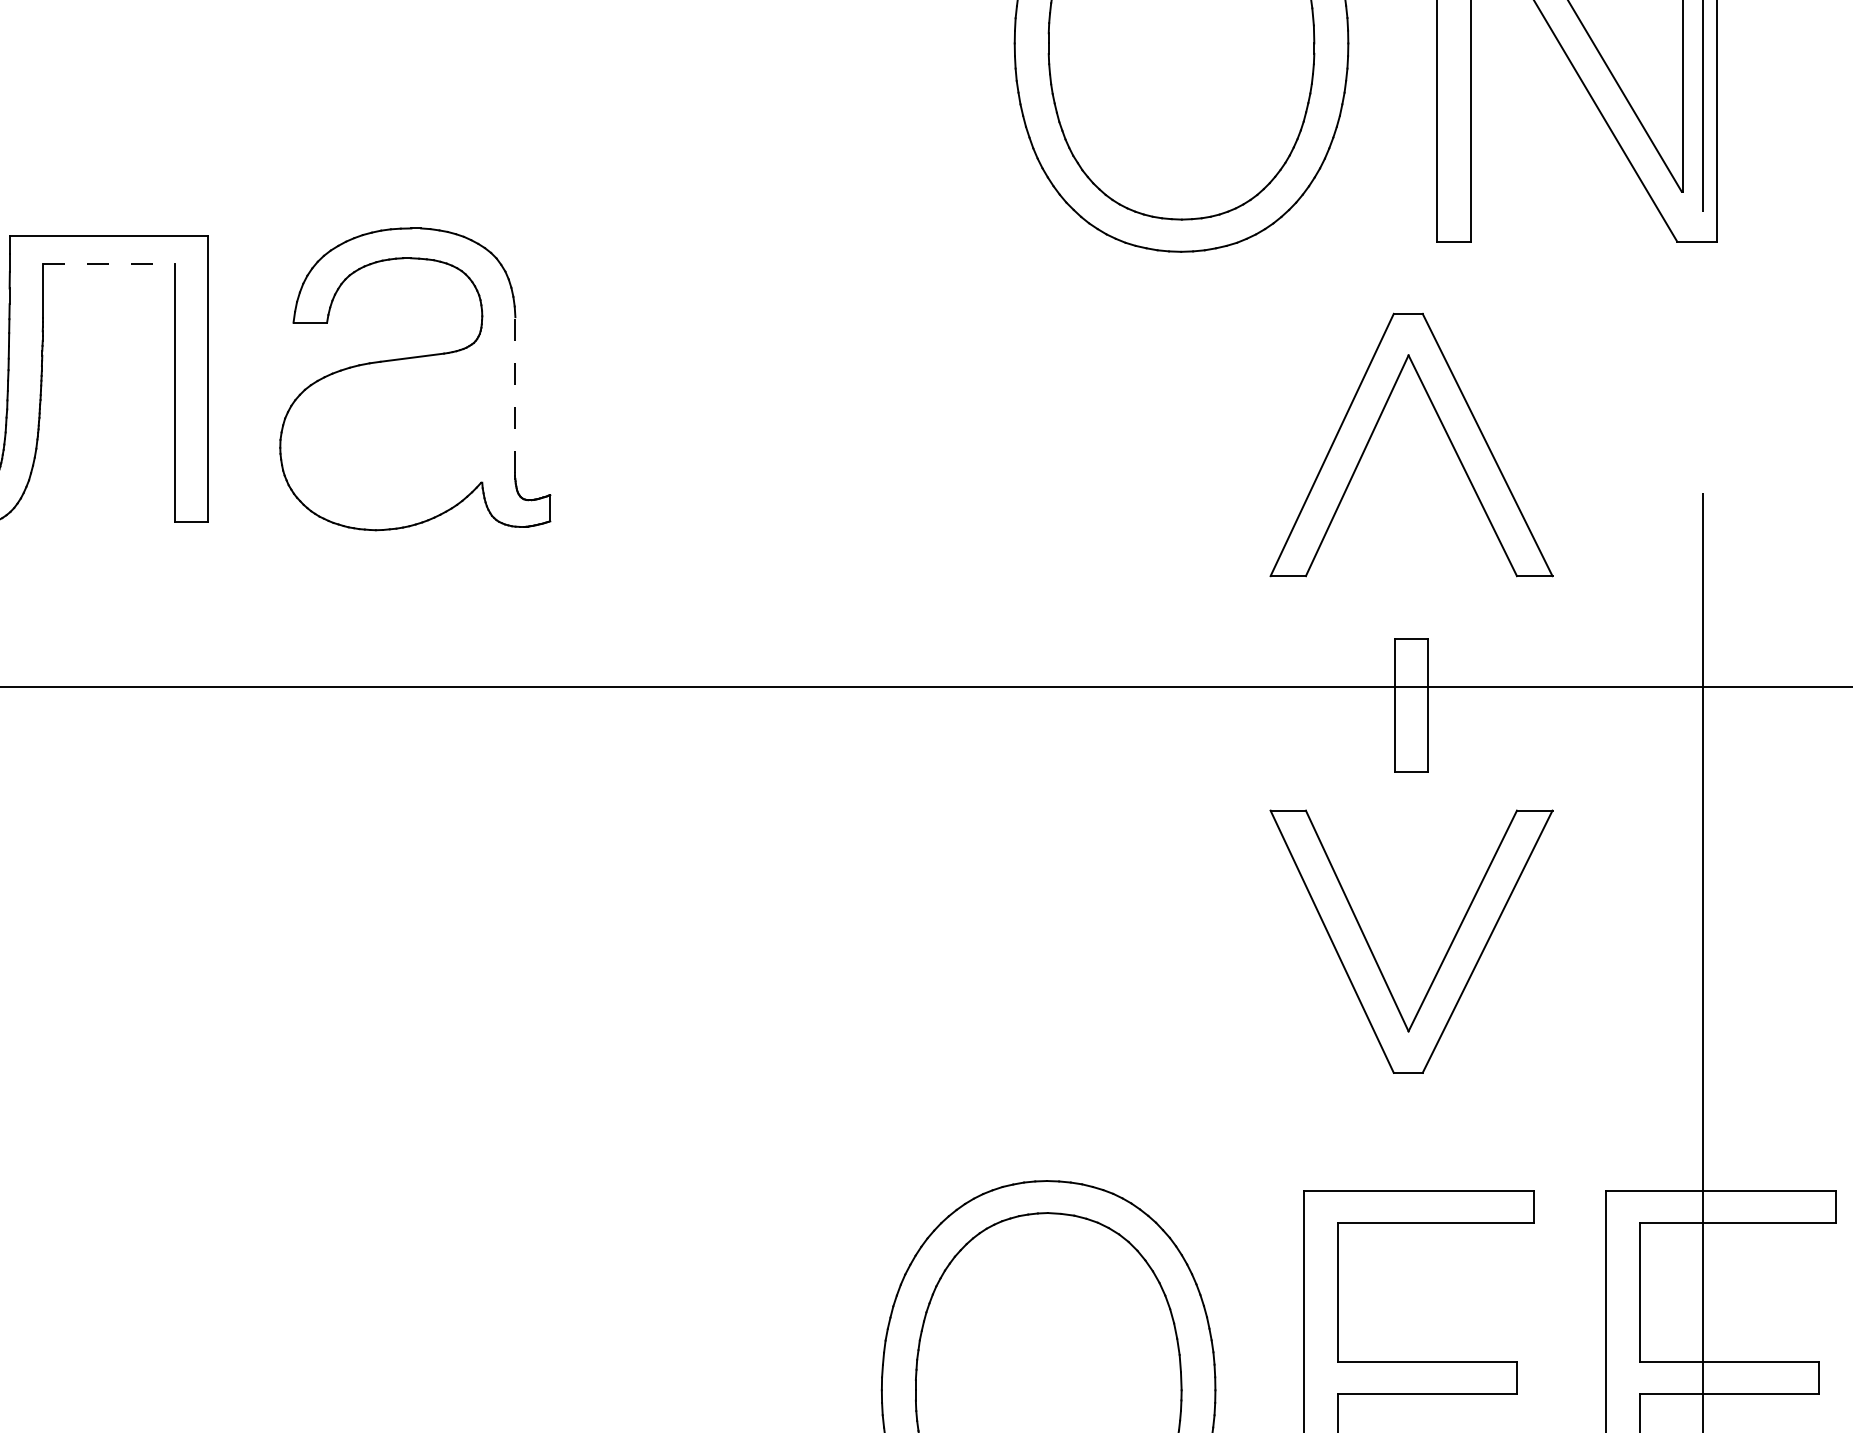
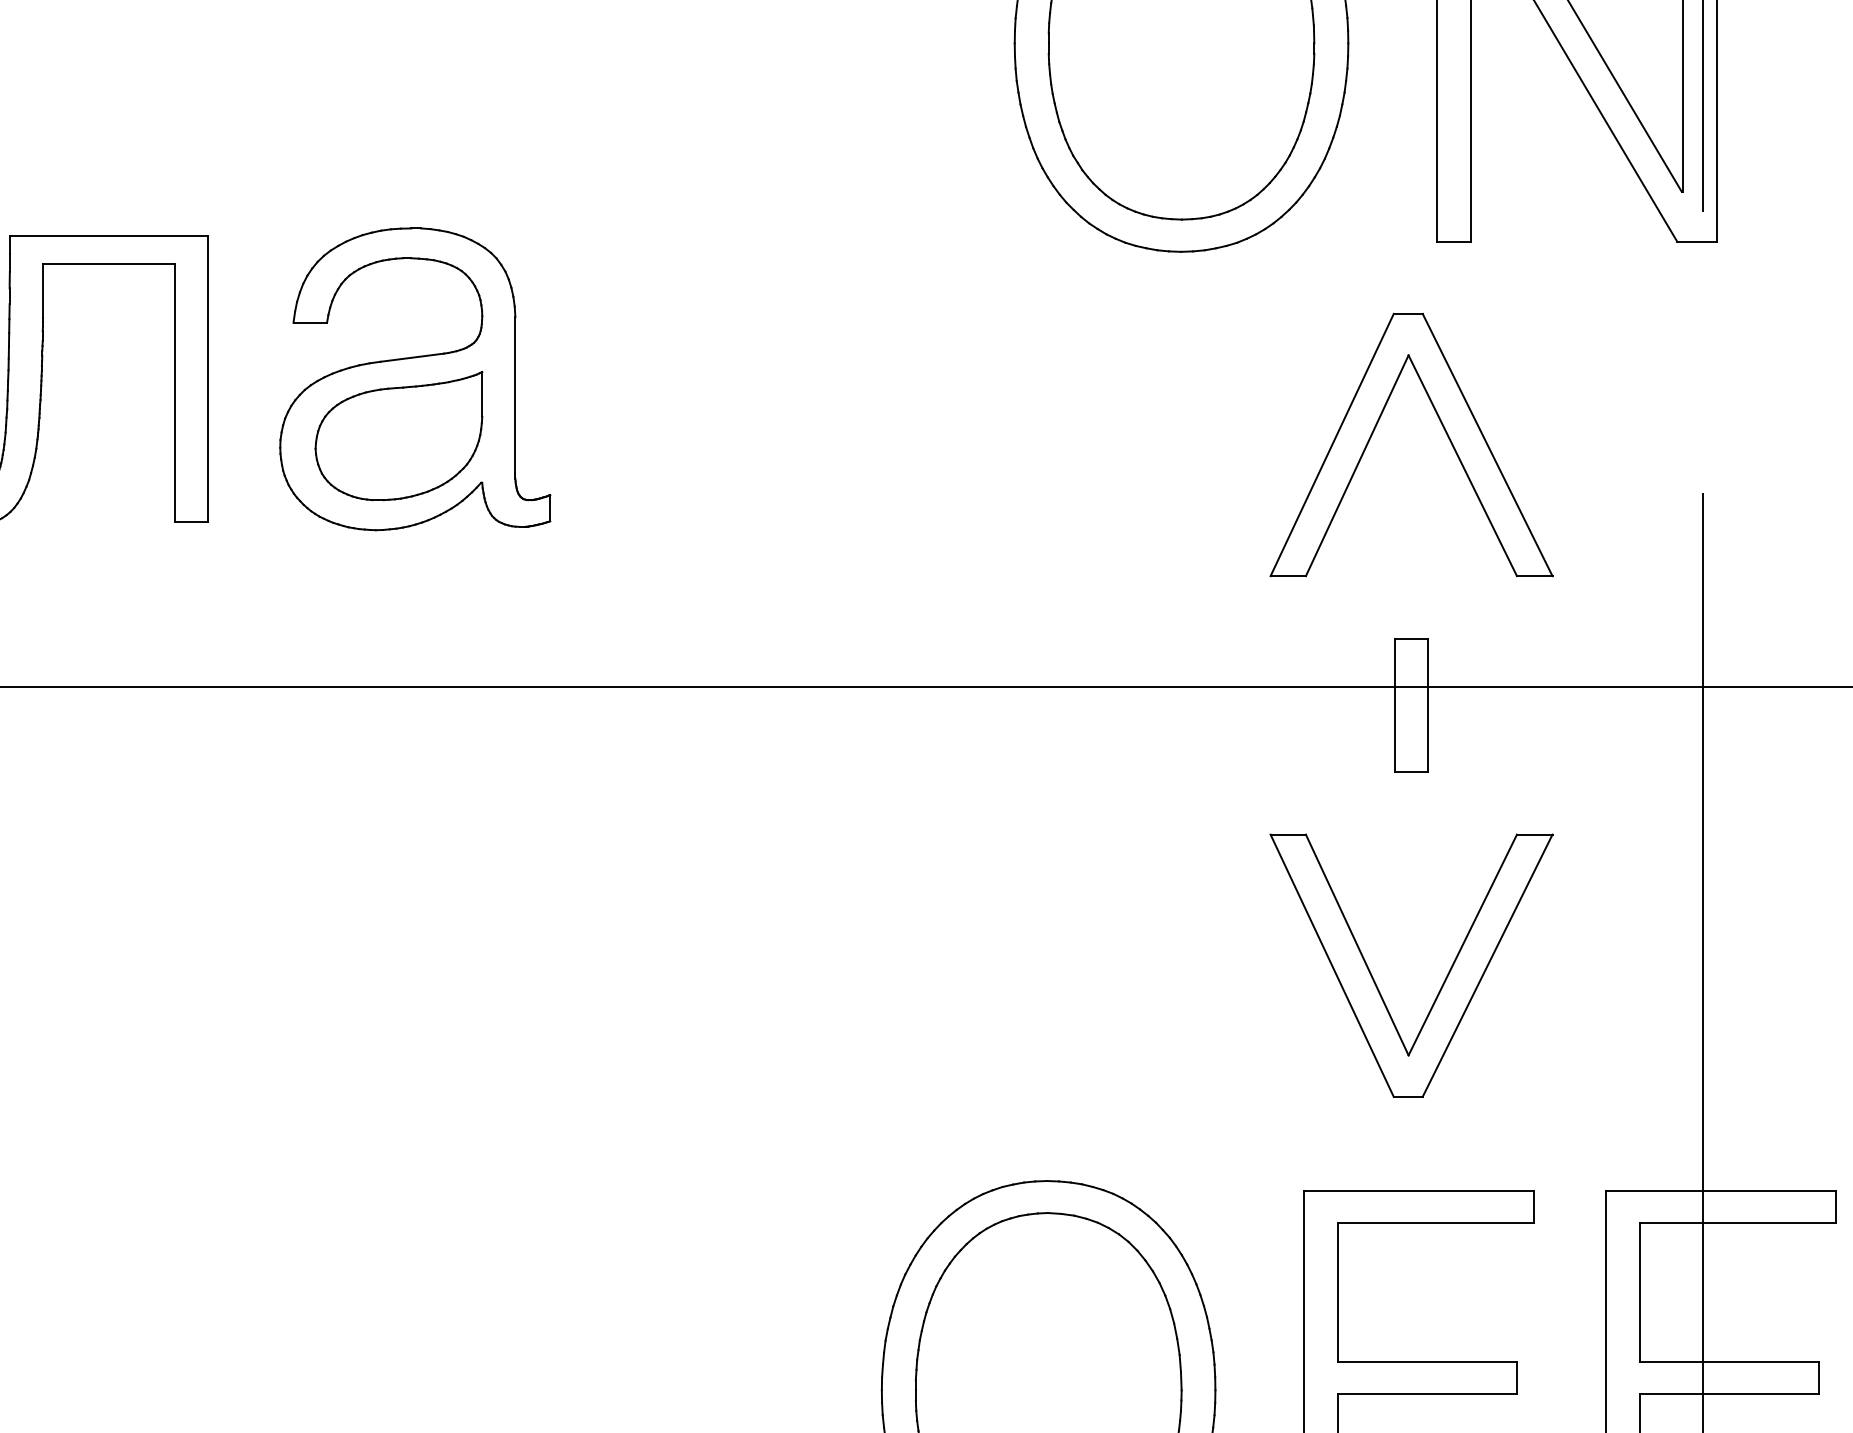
line at (109, 263): dashed -> solid
line at (515, 395): dashed -> solid
part at (398, 435): none -> present
part at (1443, 957) position: (1443, 957) -> (1443, 981)
